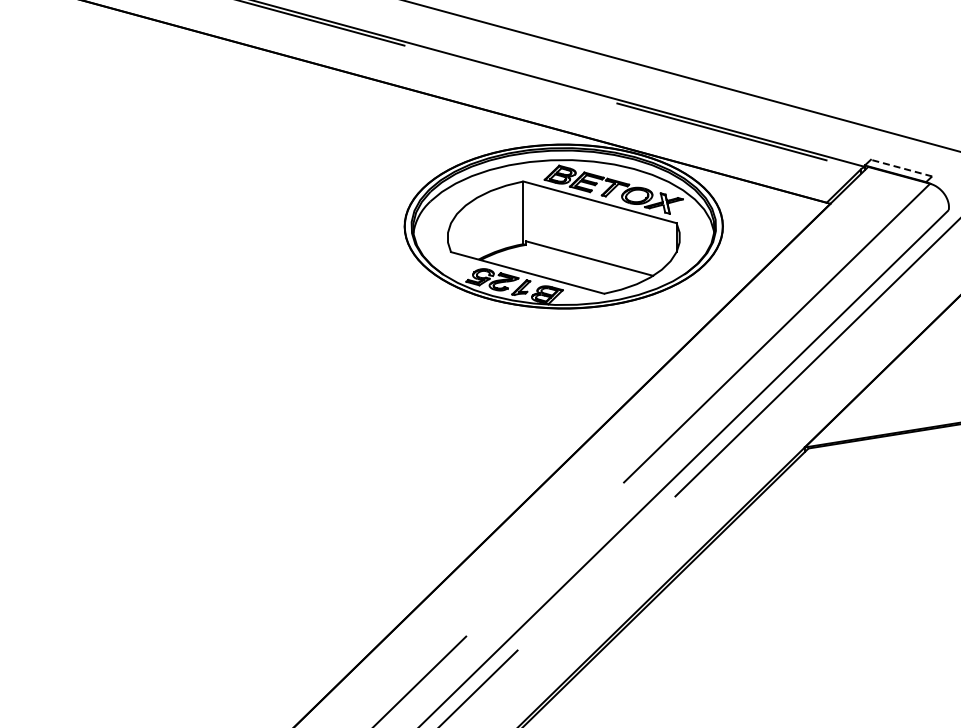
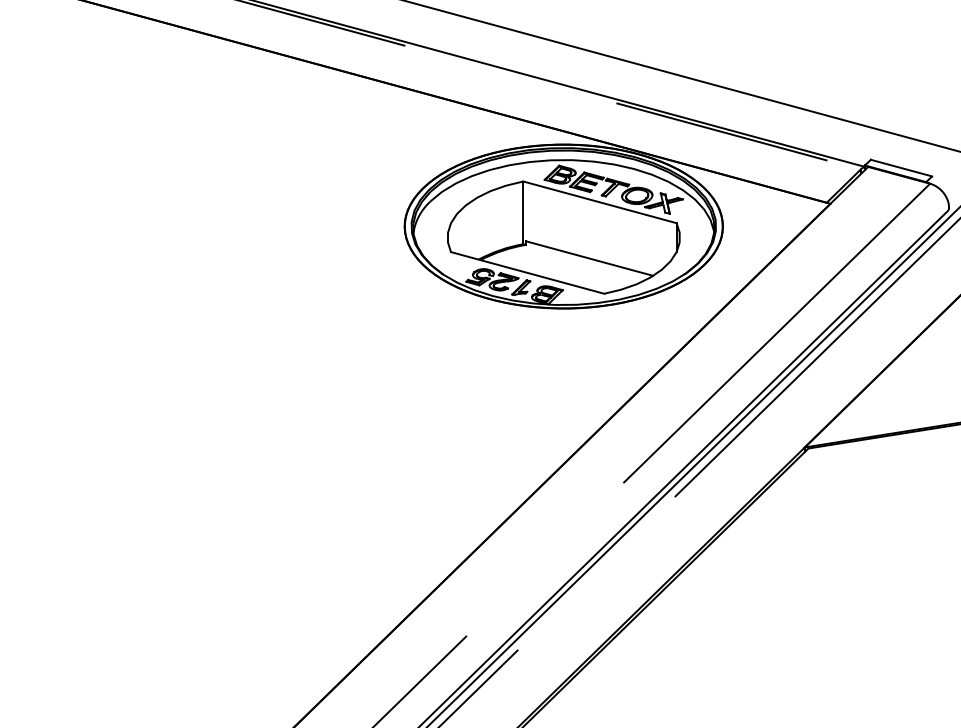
line at (901, 168): dashed -> solid
line at (693, 466): none -> present
